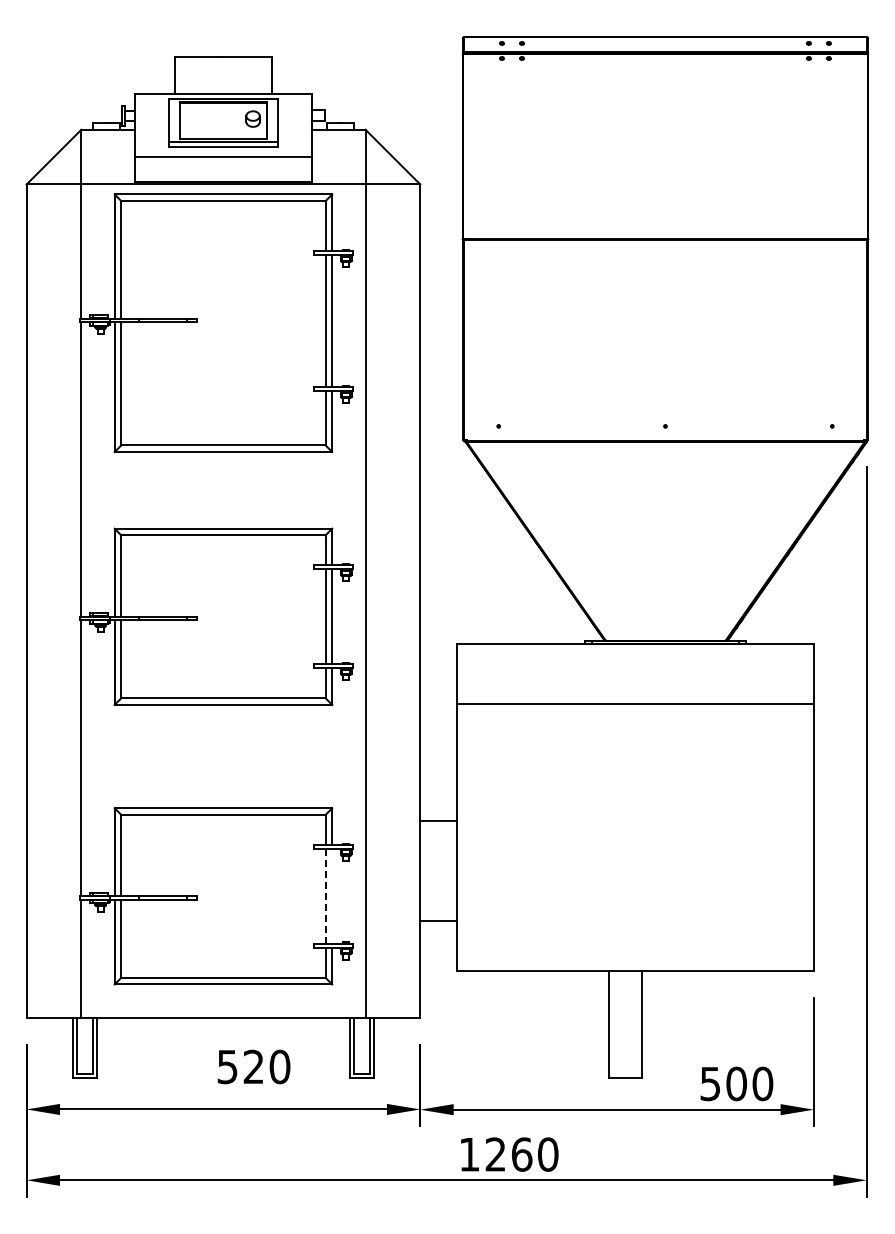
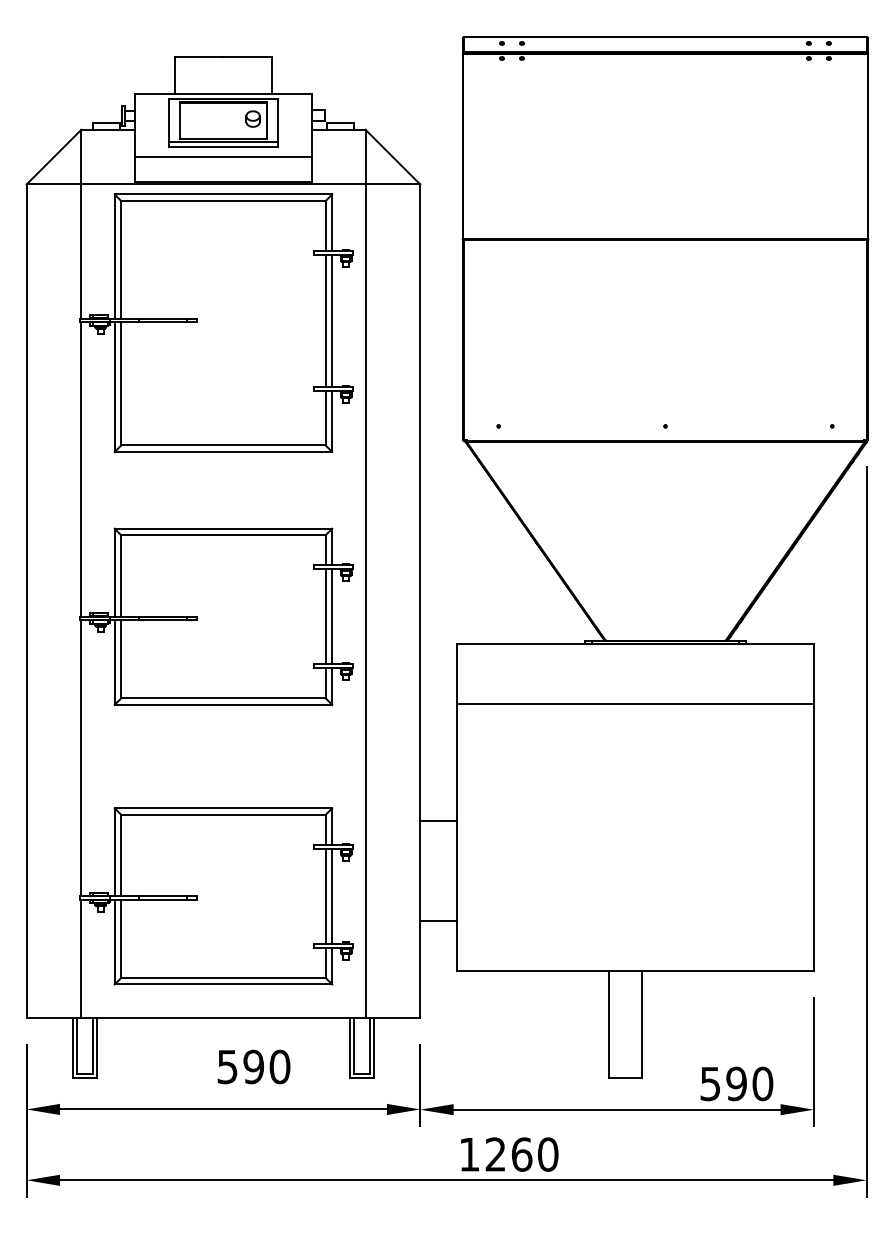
line at (325, 895): dashed -> solid
line at (332, 896): none -> present
text at (253, 1066): 520 -> 590
text at (736, 1083): 500 -> 590
